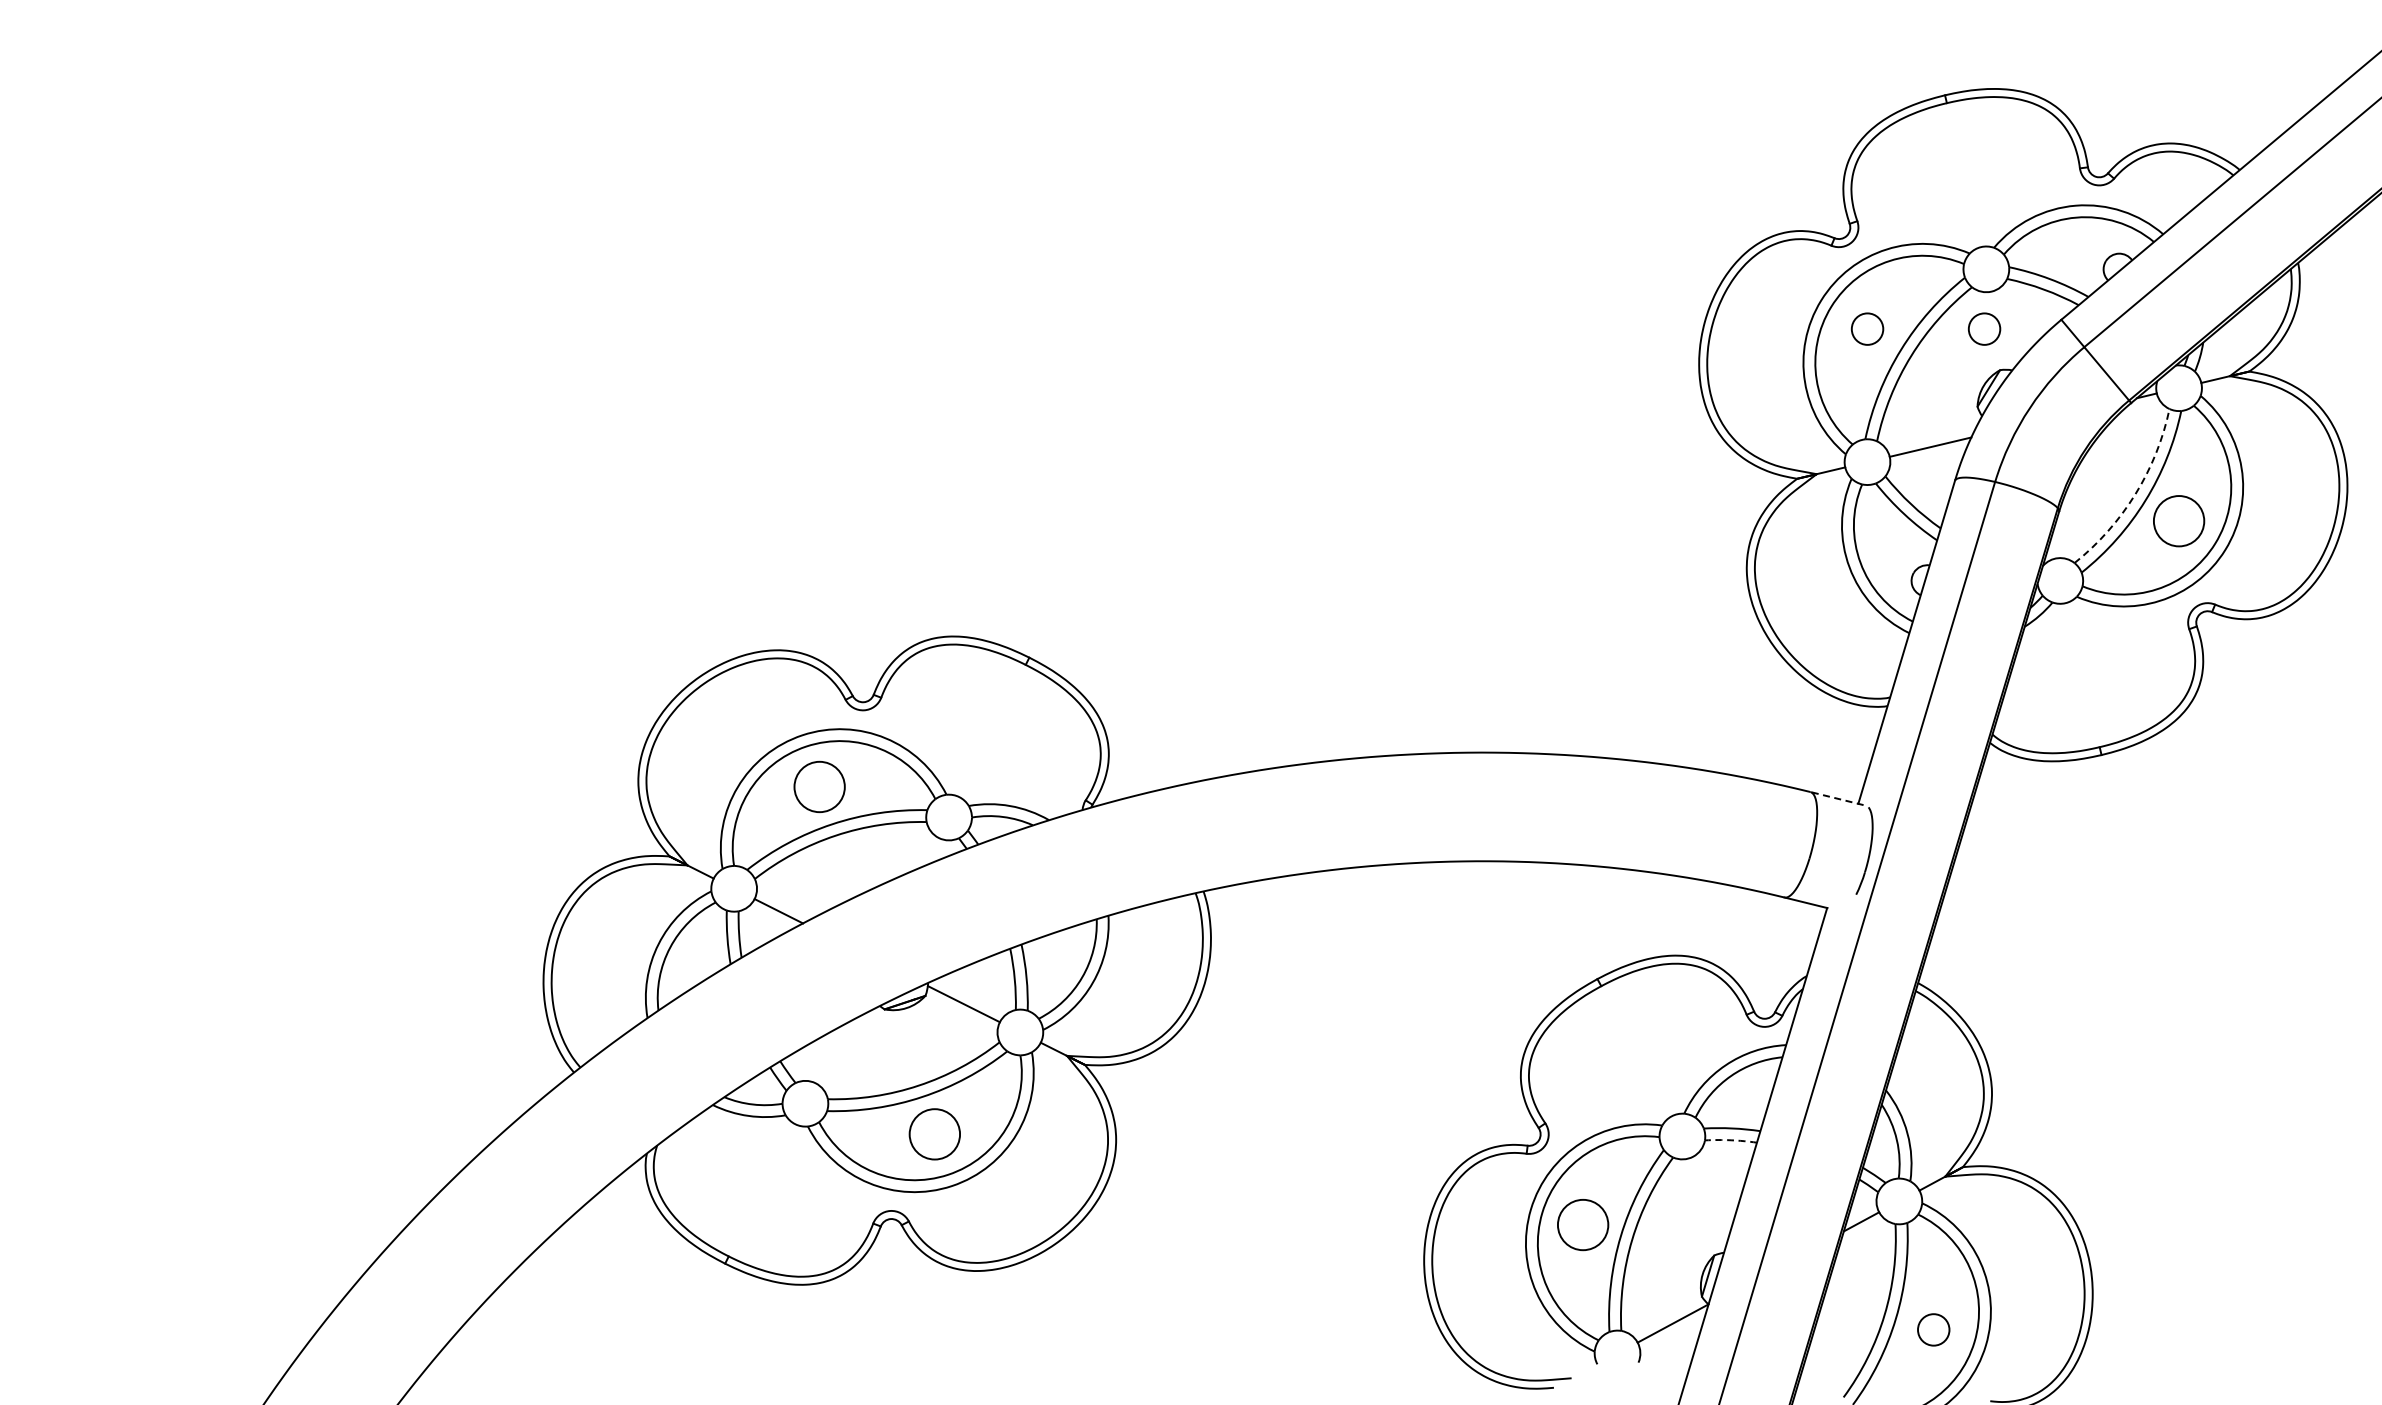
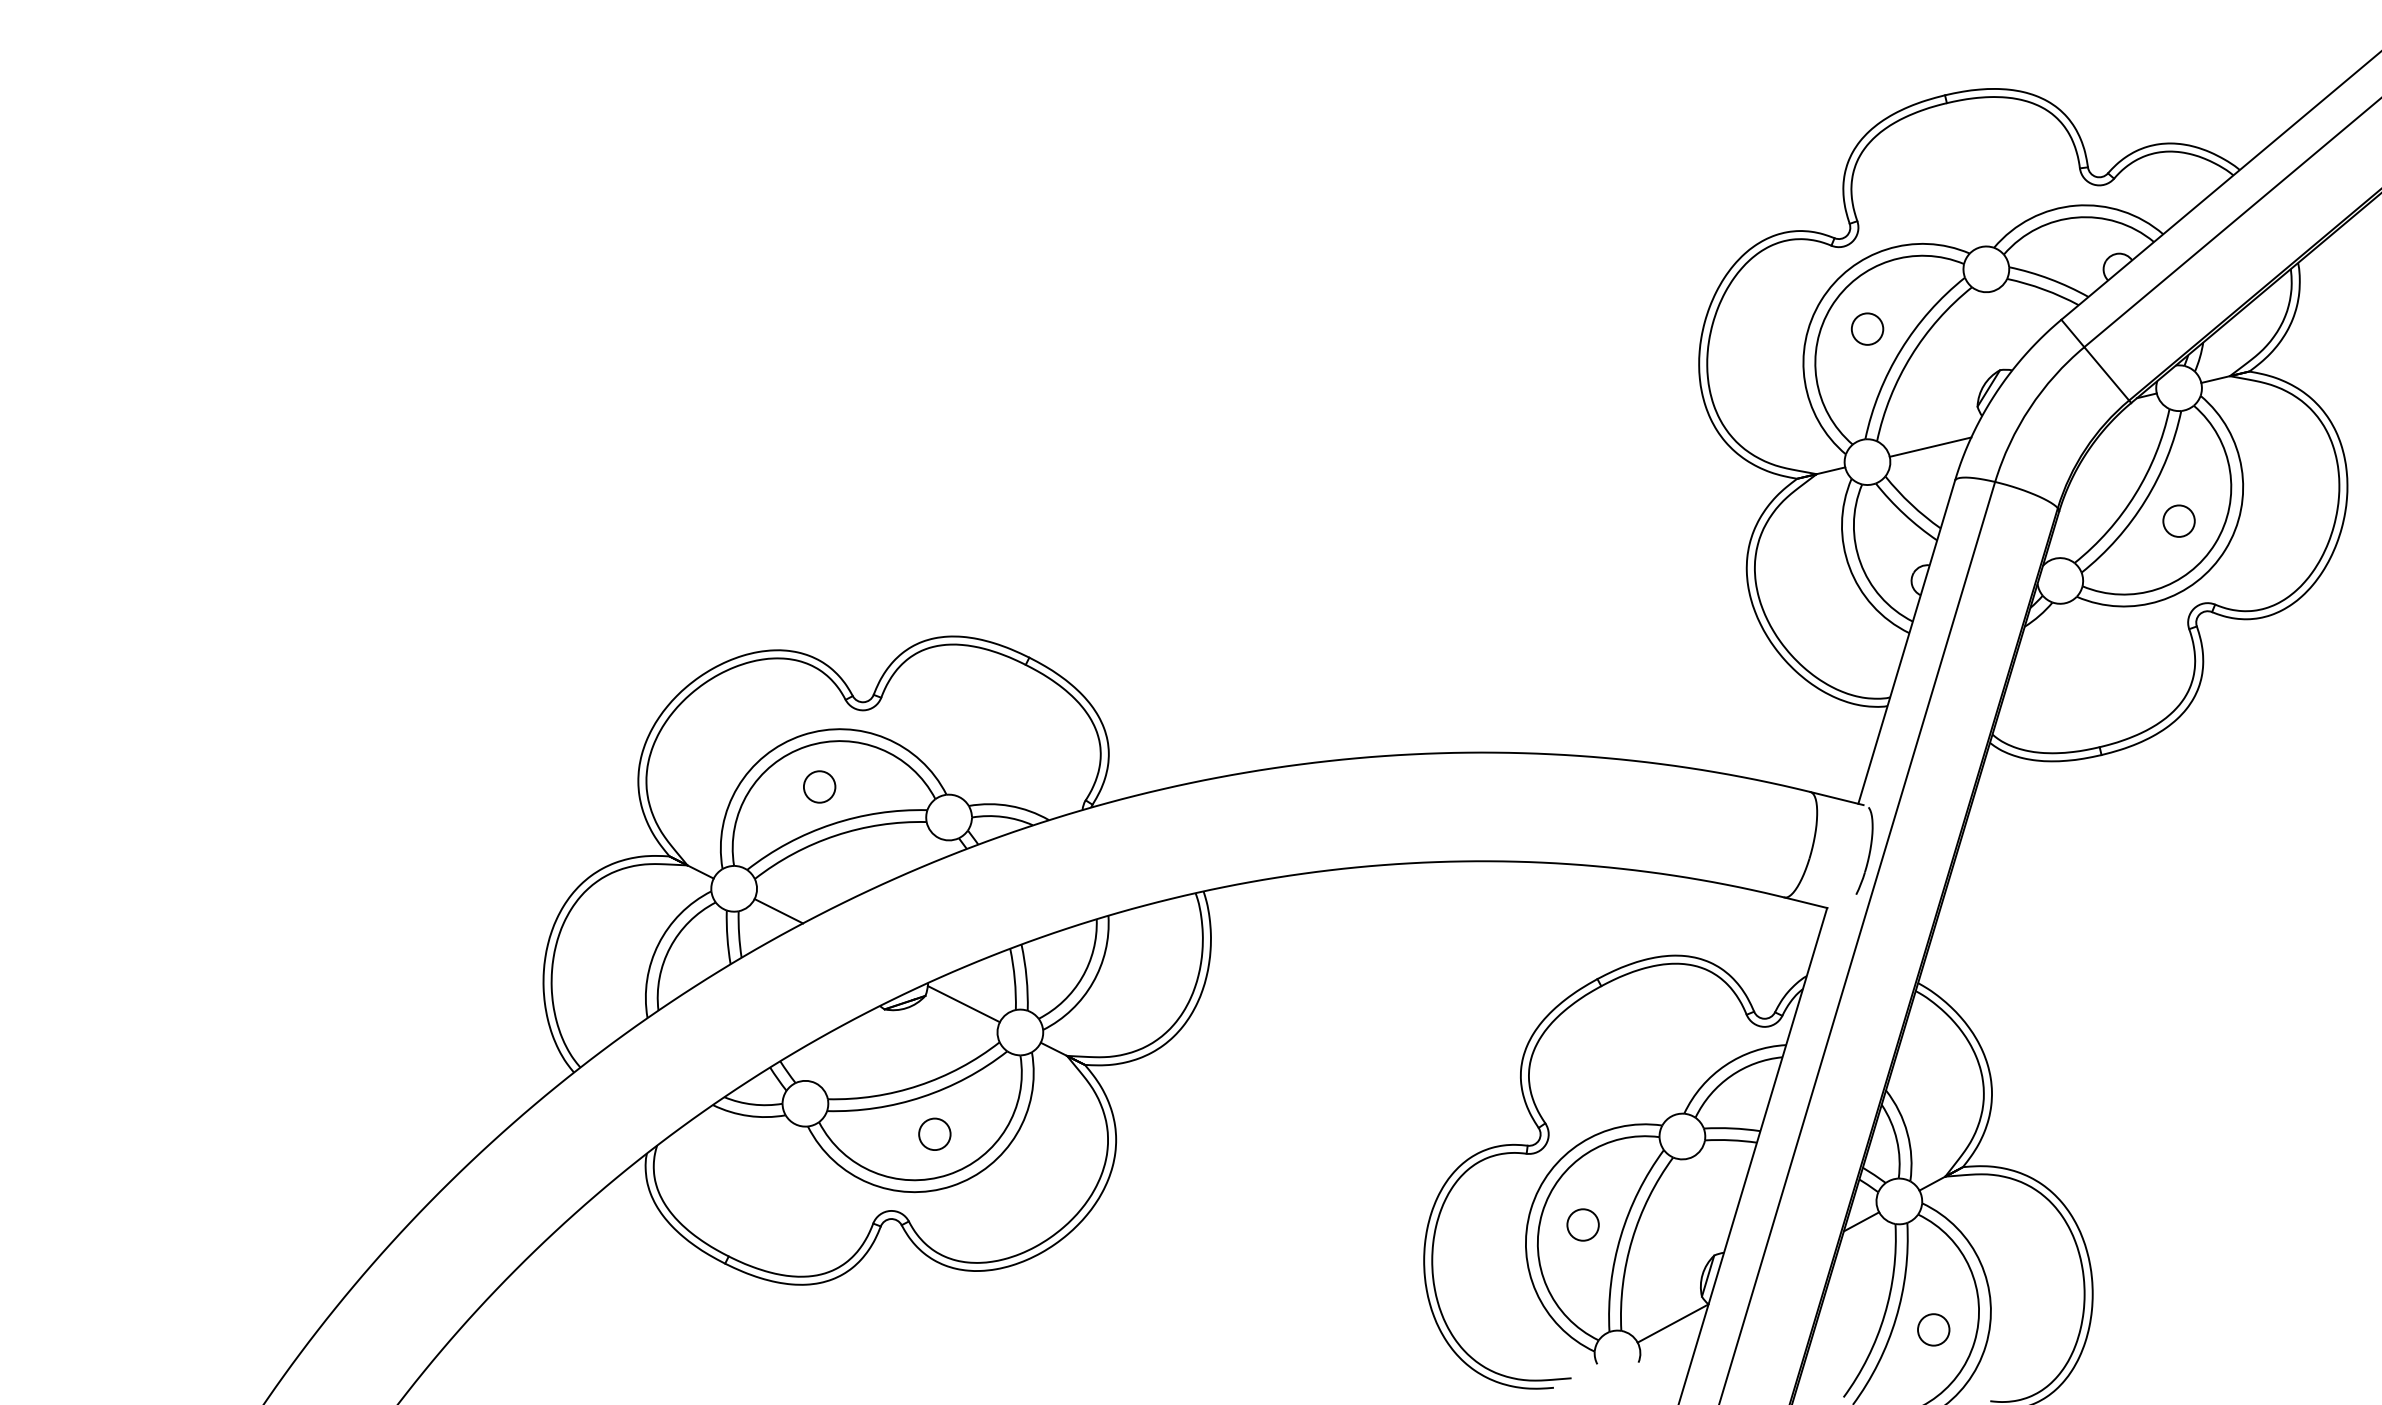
circle at (1984, 328): present -> none
arc at (2135, 494): dashed -> solid
circle at (2178, 521) diameter: 50 px -> 31 px
circle at (819, 786) diameter: 50 px -> 31 px
line at (1836, 798): dashed -> solid
circle at (934, 1134) diameter: 50 px -> 31 px
arc at (1731, 1140): dashed -> solid
circle at (1582, 1224) diameter: 50 px -> 31 px
